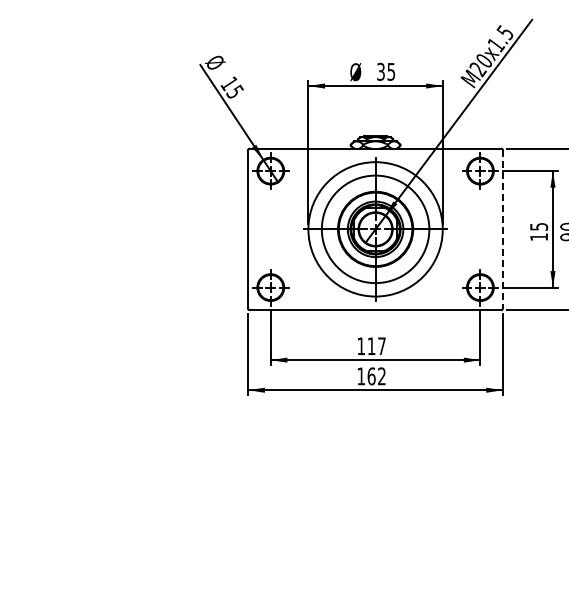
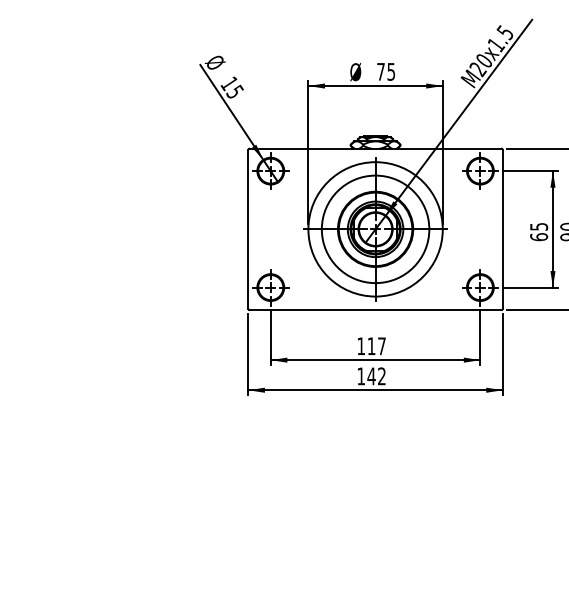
text at (380, 71): 35 -> 75
line at (502, 229): dashed -> solid
text at (539, 237): 15 -> 65
text at (371, 376): 162 -> 142
